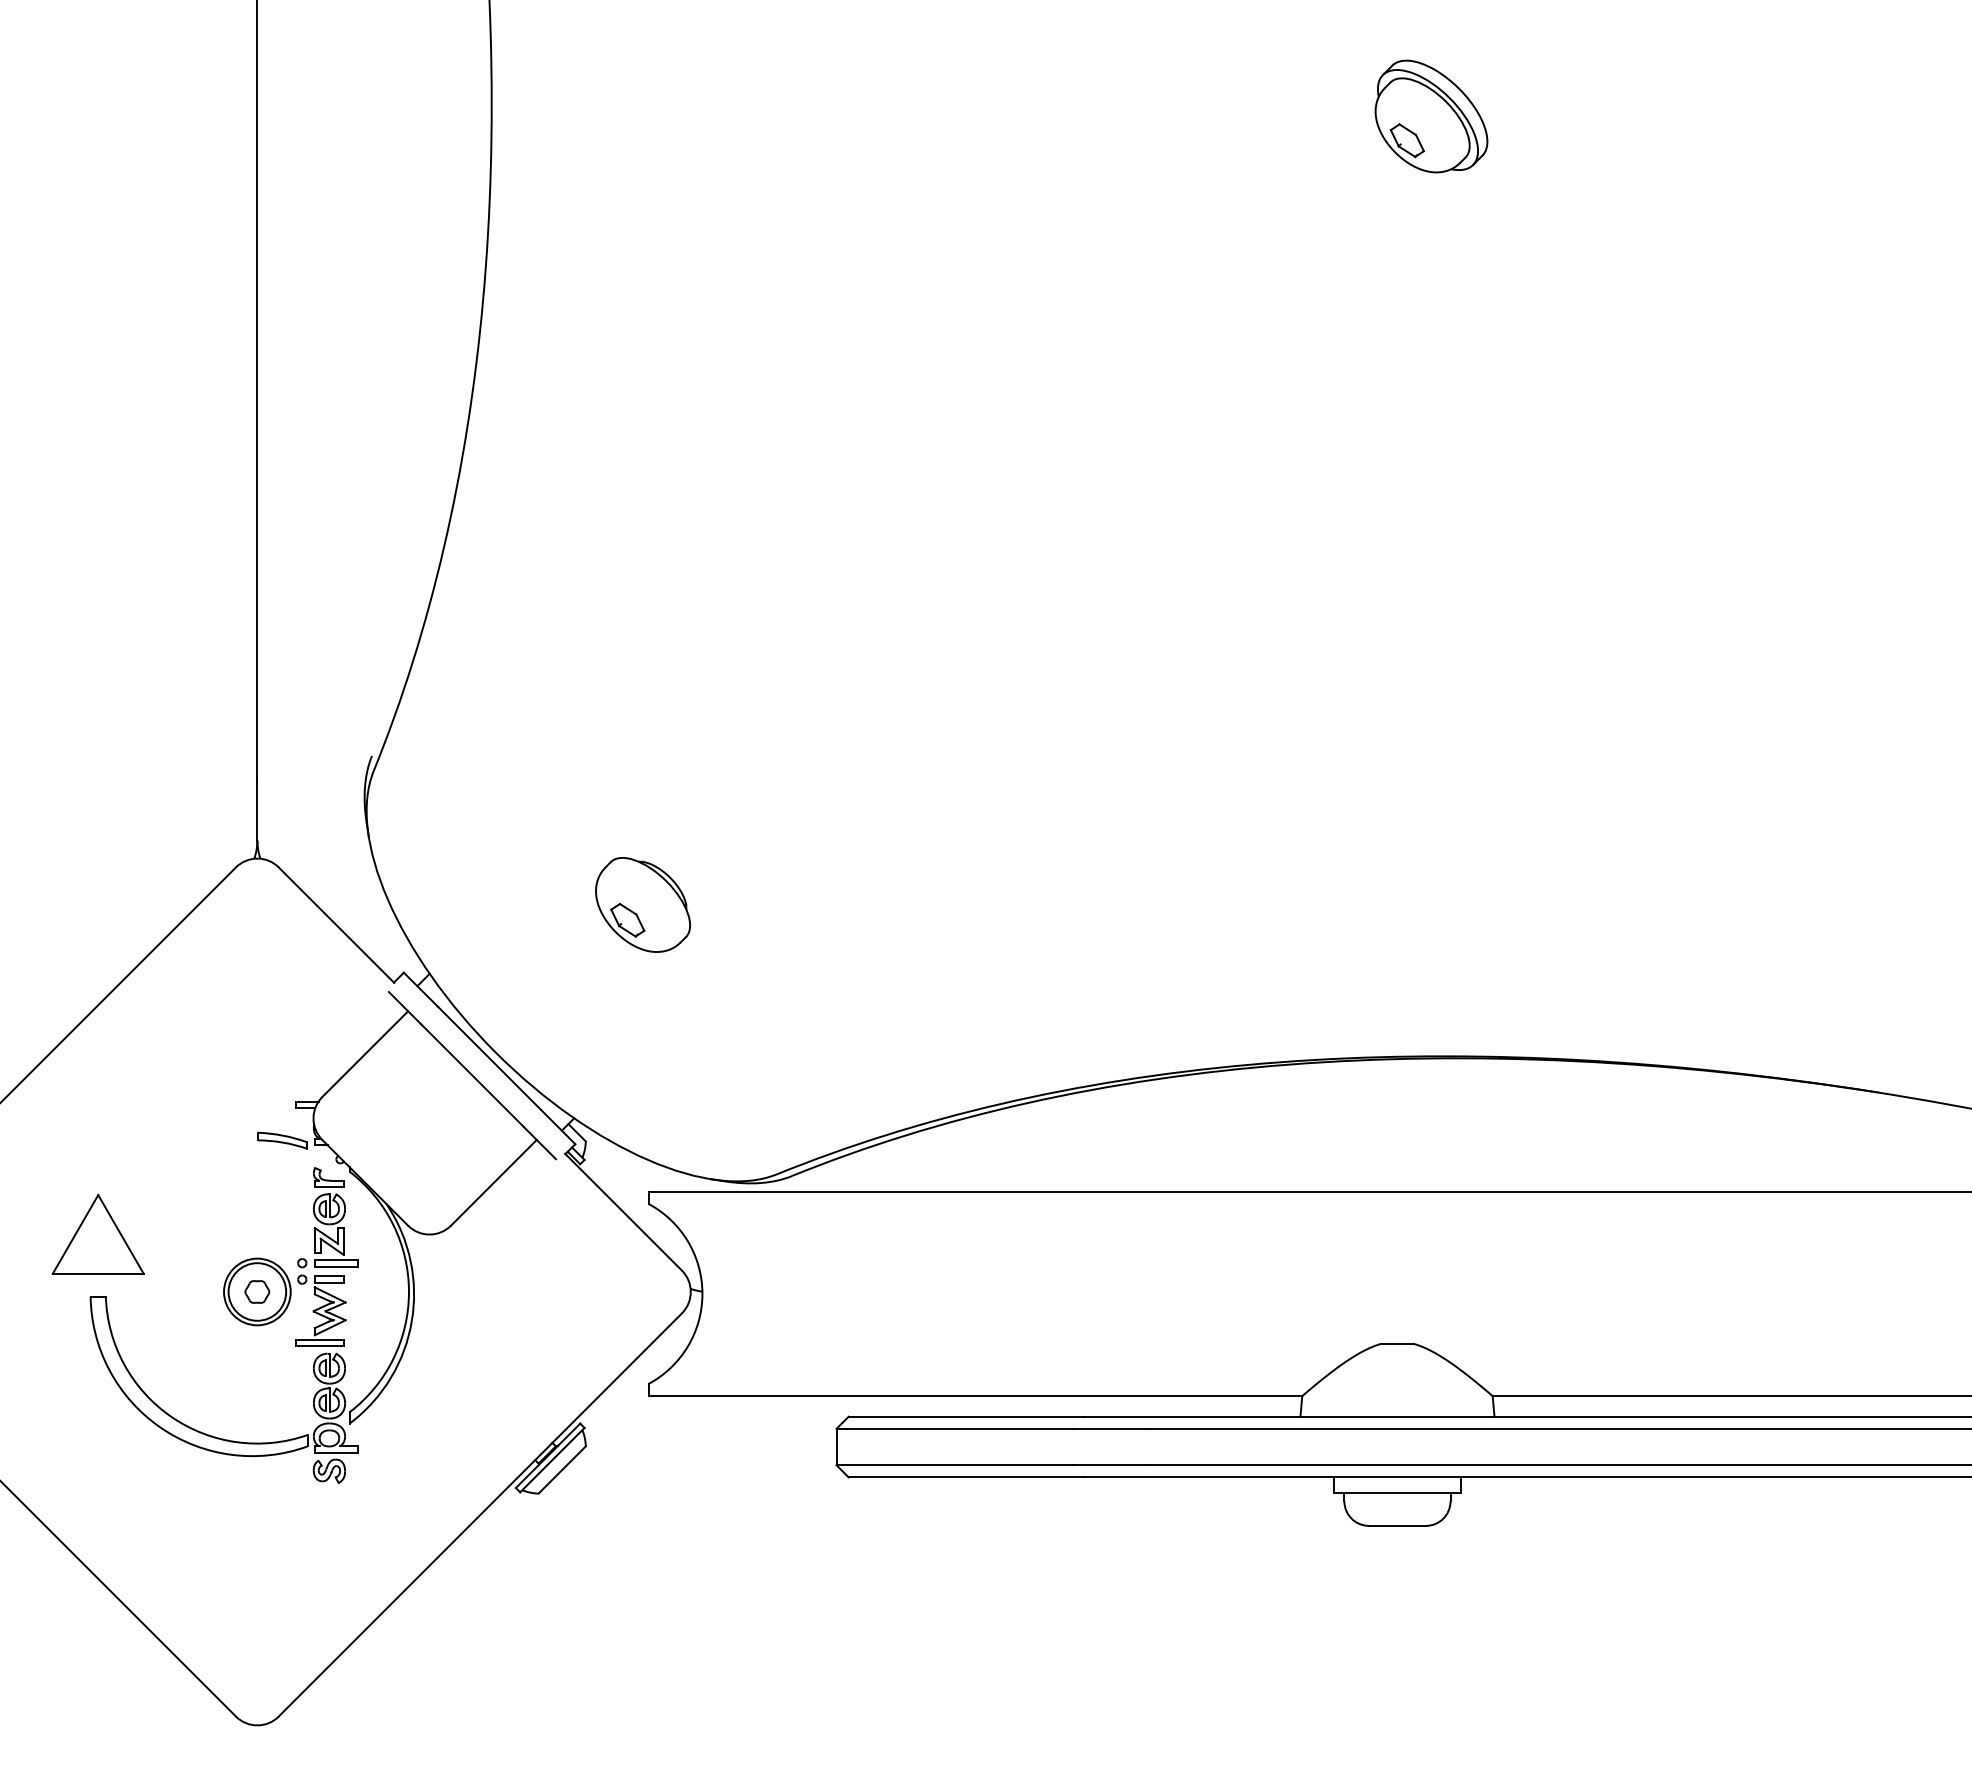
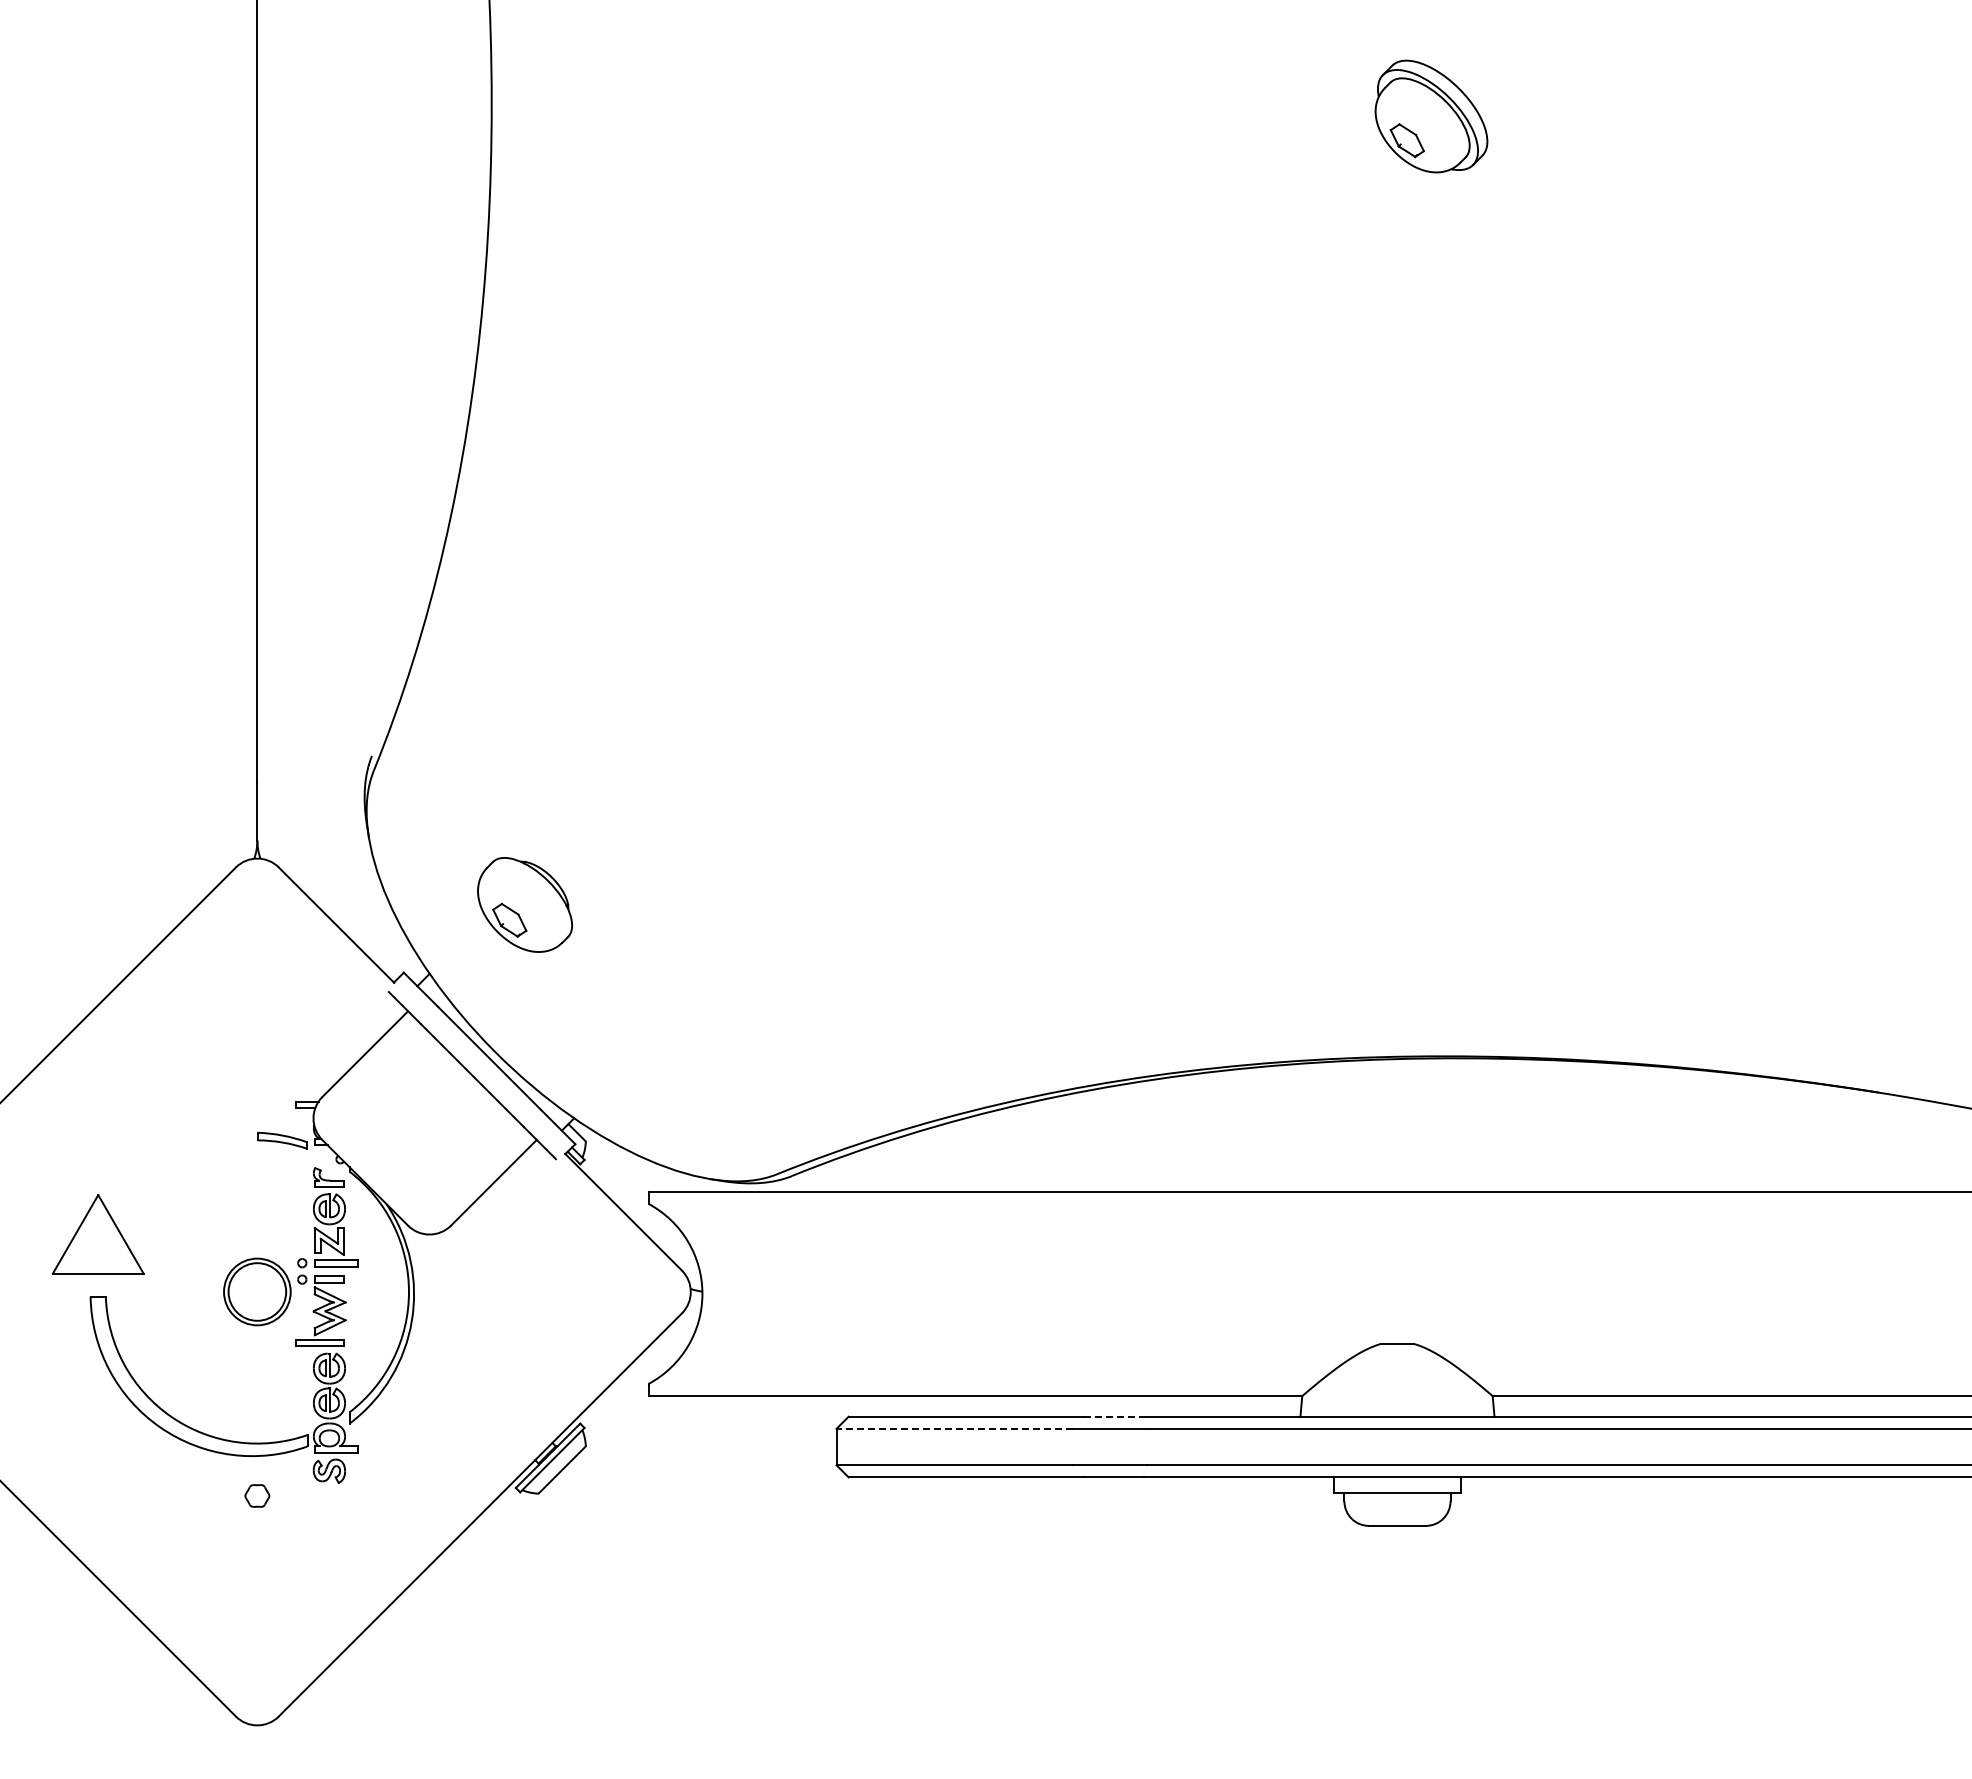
part at (642, 904) position: (642, 904) -> (524, 904)
part at (257, 1291) position: (257, 1291) -> (257, 1495)
line at (1113, 1416): solid -> dashed
line at (954, 1428): solid -> dashed
